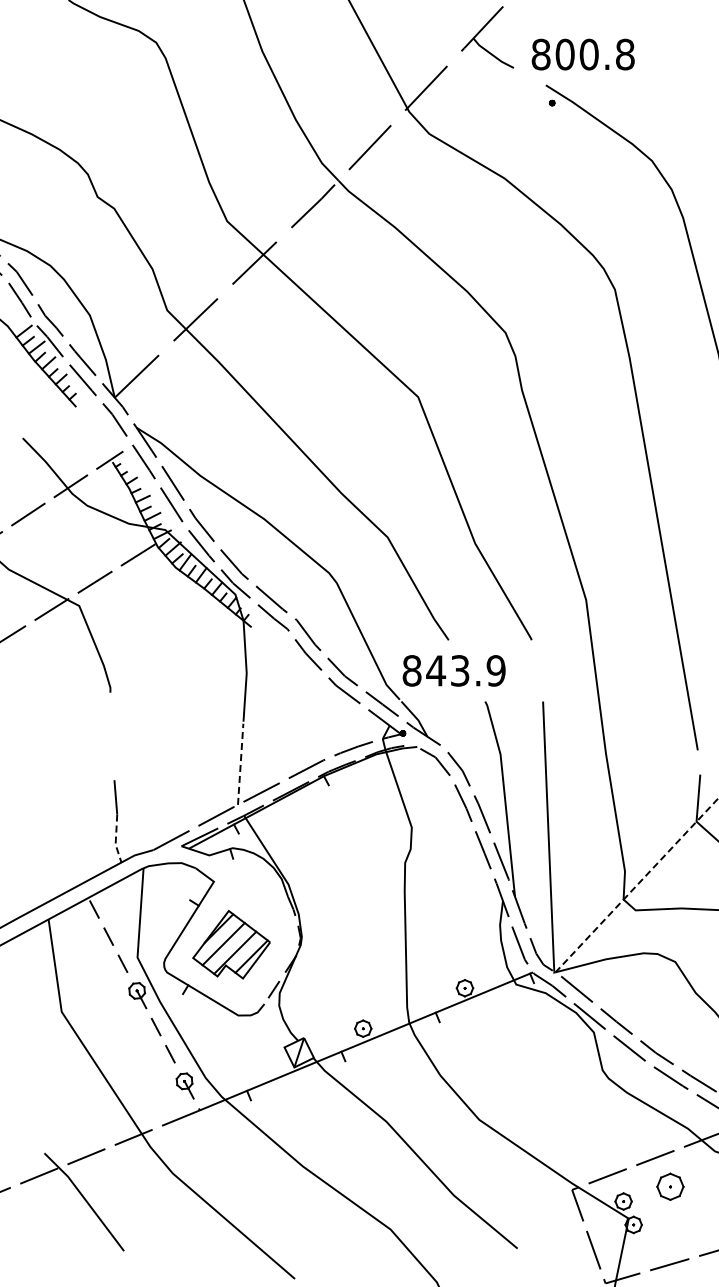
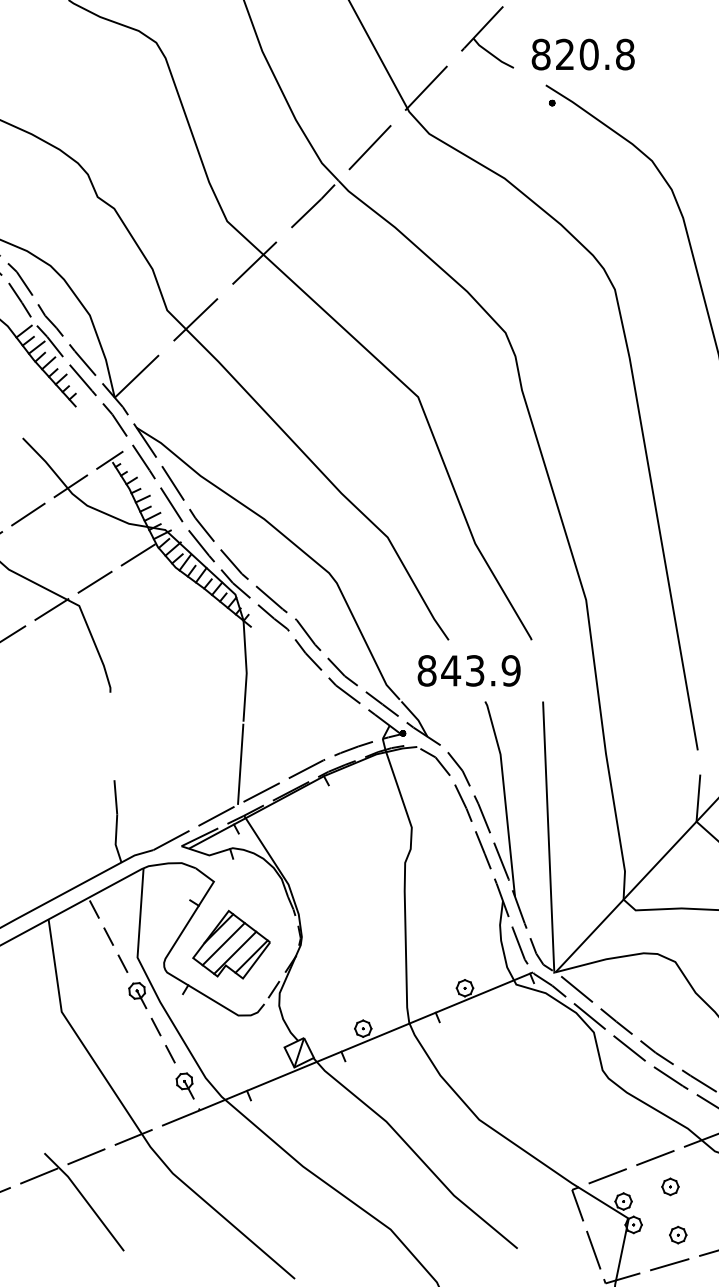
text at (564, 54): 800.8 -> 820.8
text at (453, 670) position: (453, 670) -> (468, 670)
line at (240, 764): dashed -> solid
line at (115, 838): dashed -> solid
line at (637, 884): dashed -> solid
part at (670, 1186) size: 29x29 px -> 19x20 px
part at (678, 1234): none -> present
